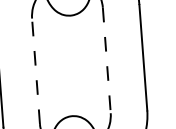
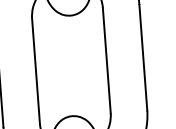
line at (106, 60): dashed -> solid
line at (36, 71): dashed -> solid
